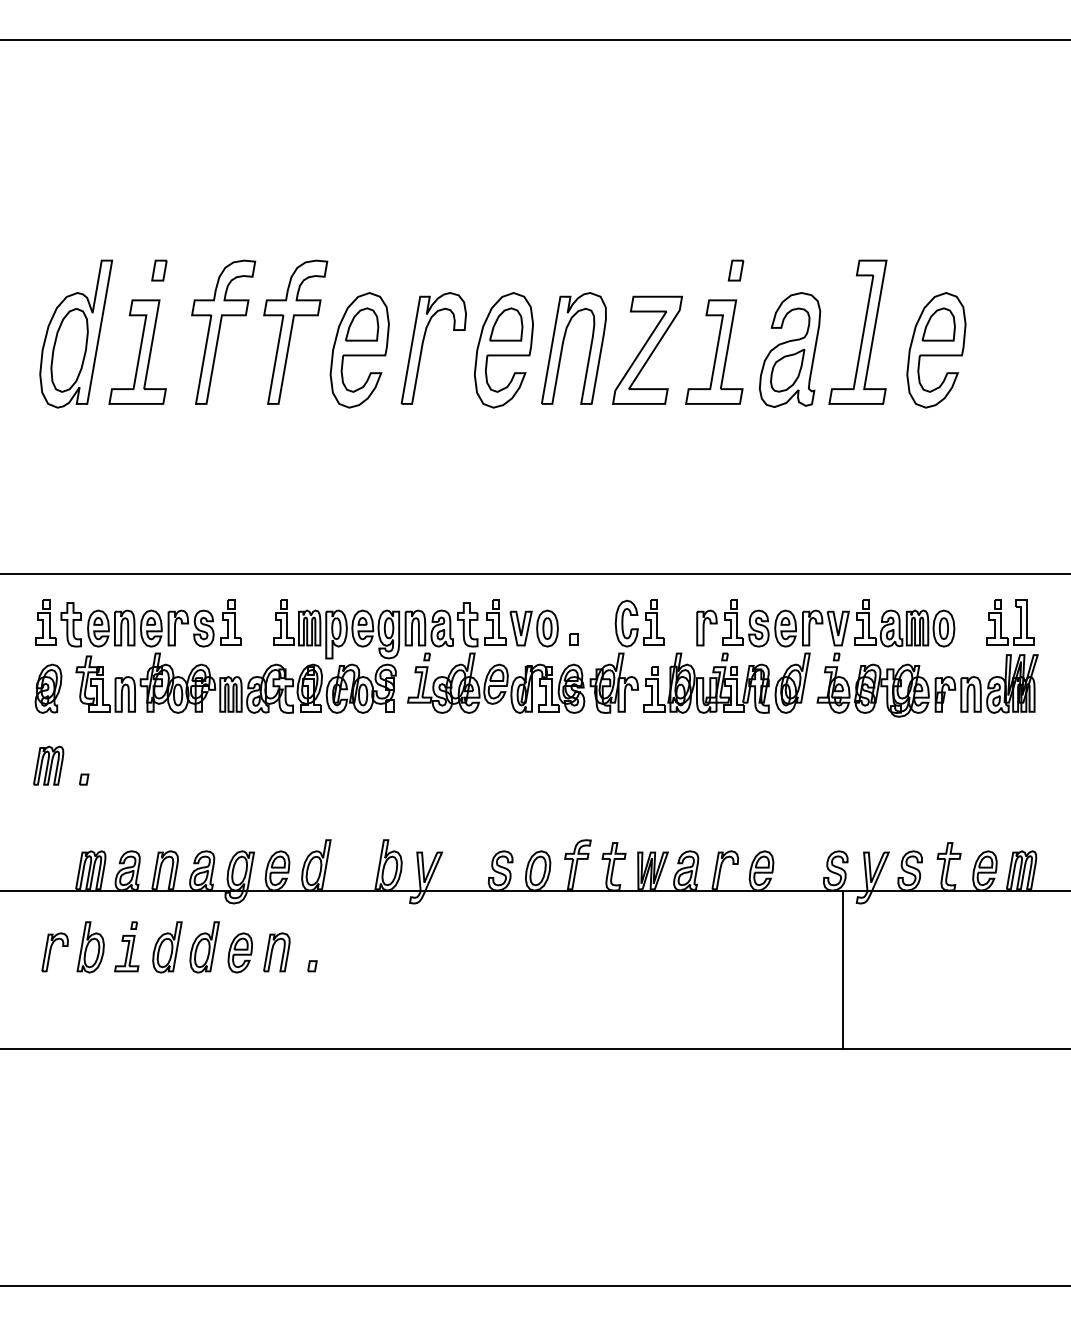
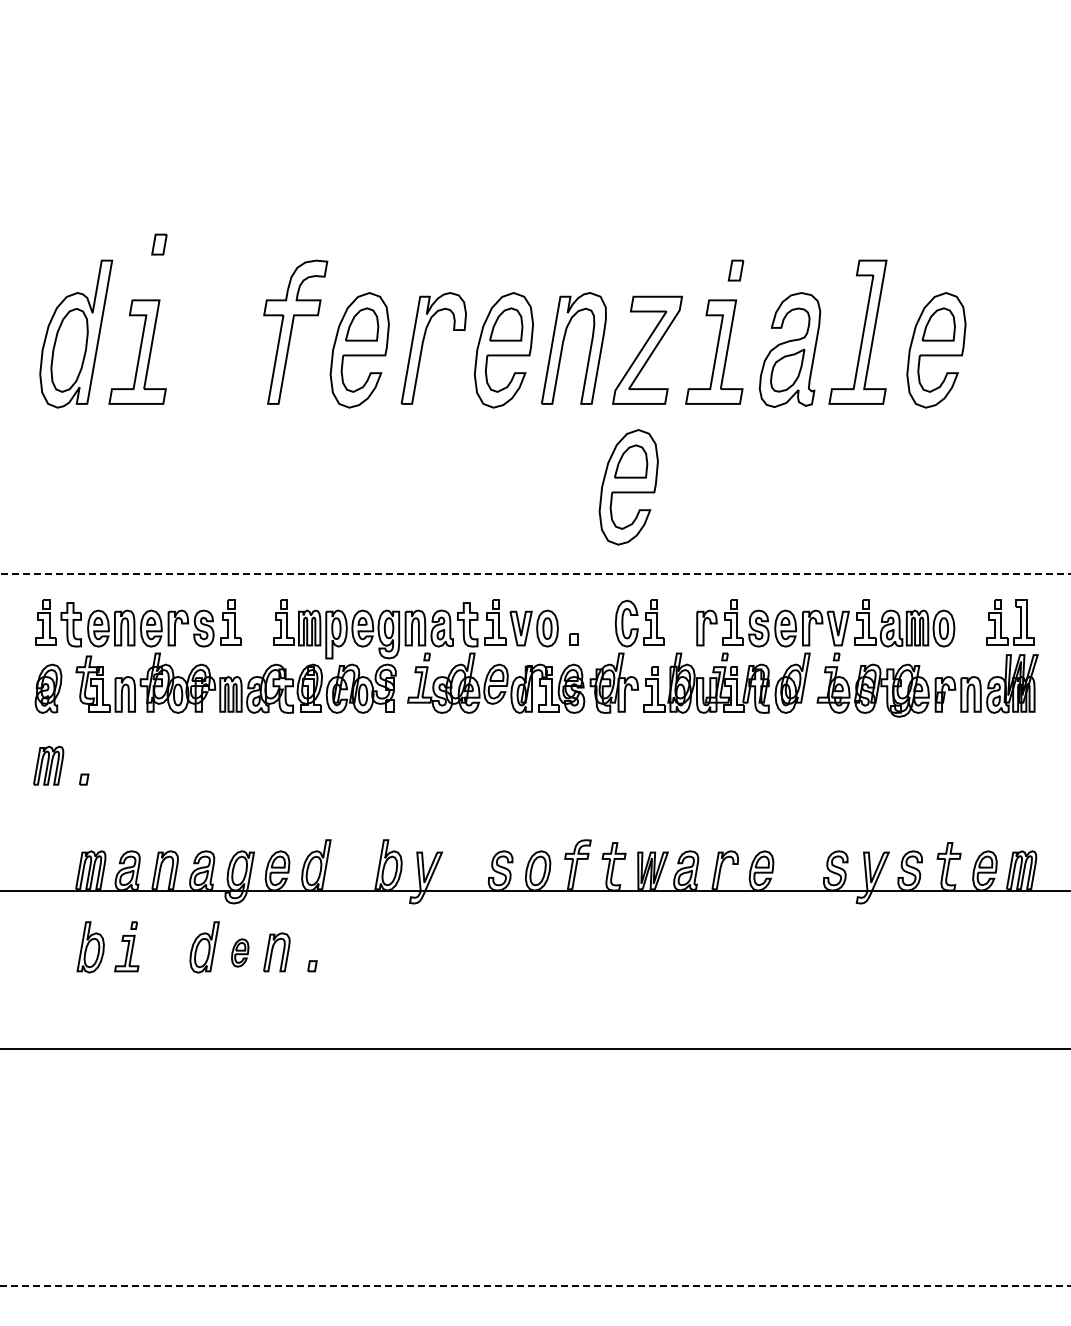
line at (534, 39): present -> none
part at (159, 270) position: (159, 270) -> (159, 244)
part at (223, 331): present -> none
part at (628, 487): none -> present
line at (534, 573): solid -> dashed
part at (167, 947): present -> none
part at (54, 952): present -> none
part at (239, 952) size: 26x42 px -> 19x30 px
line at (843, 969): present -> none
line at (535, 1286): solid -> dashed
